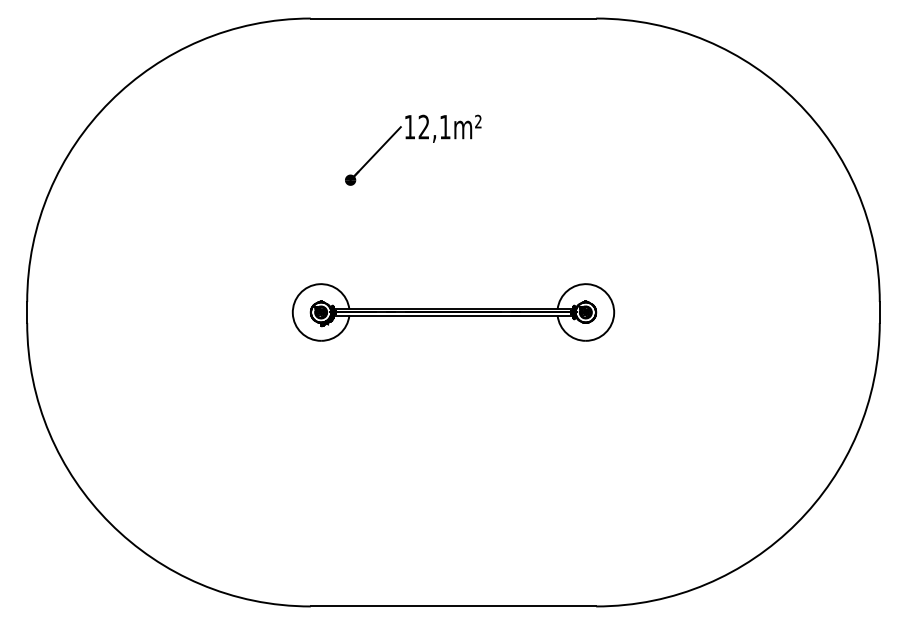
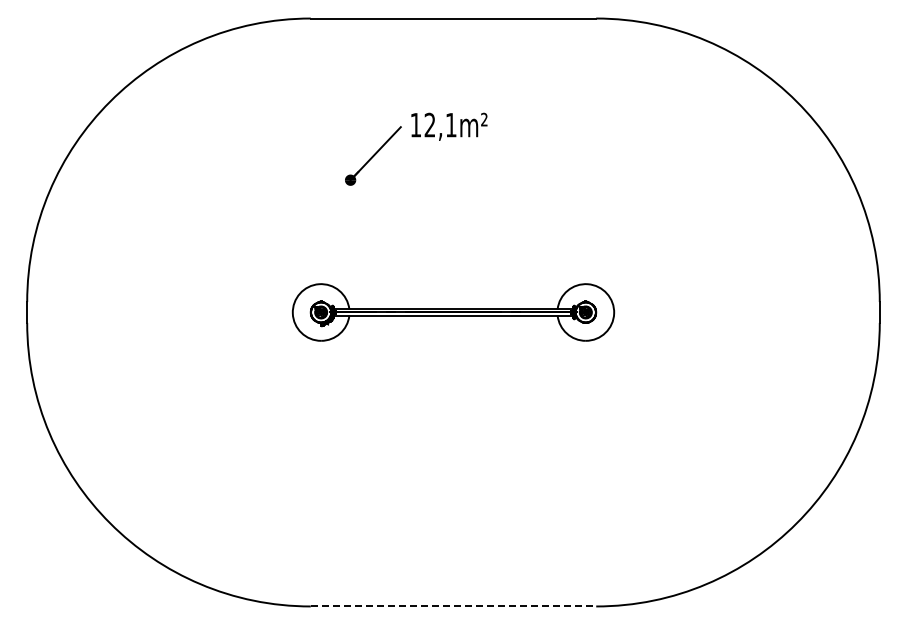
text at (443, 128) position: (443, 128) -> (449, 126)
line at (453, 606): solid -> dashed
